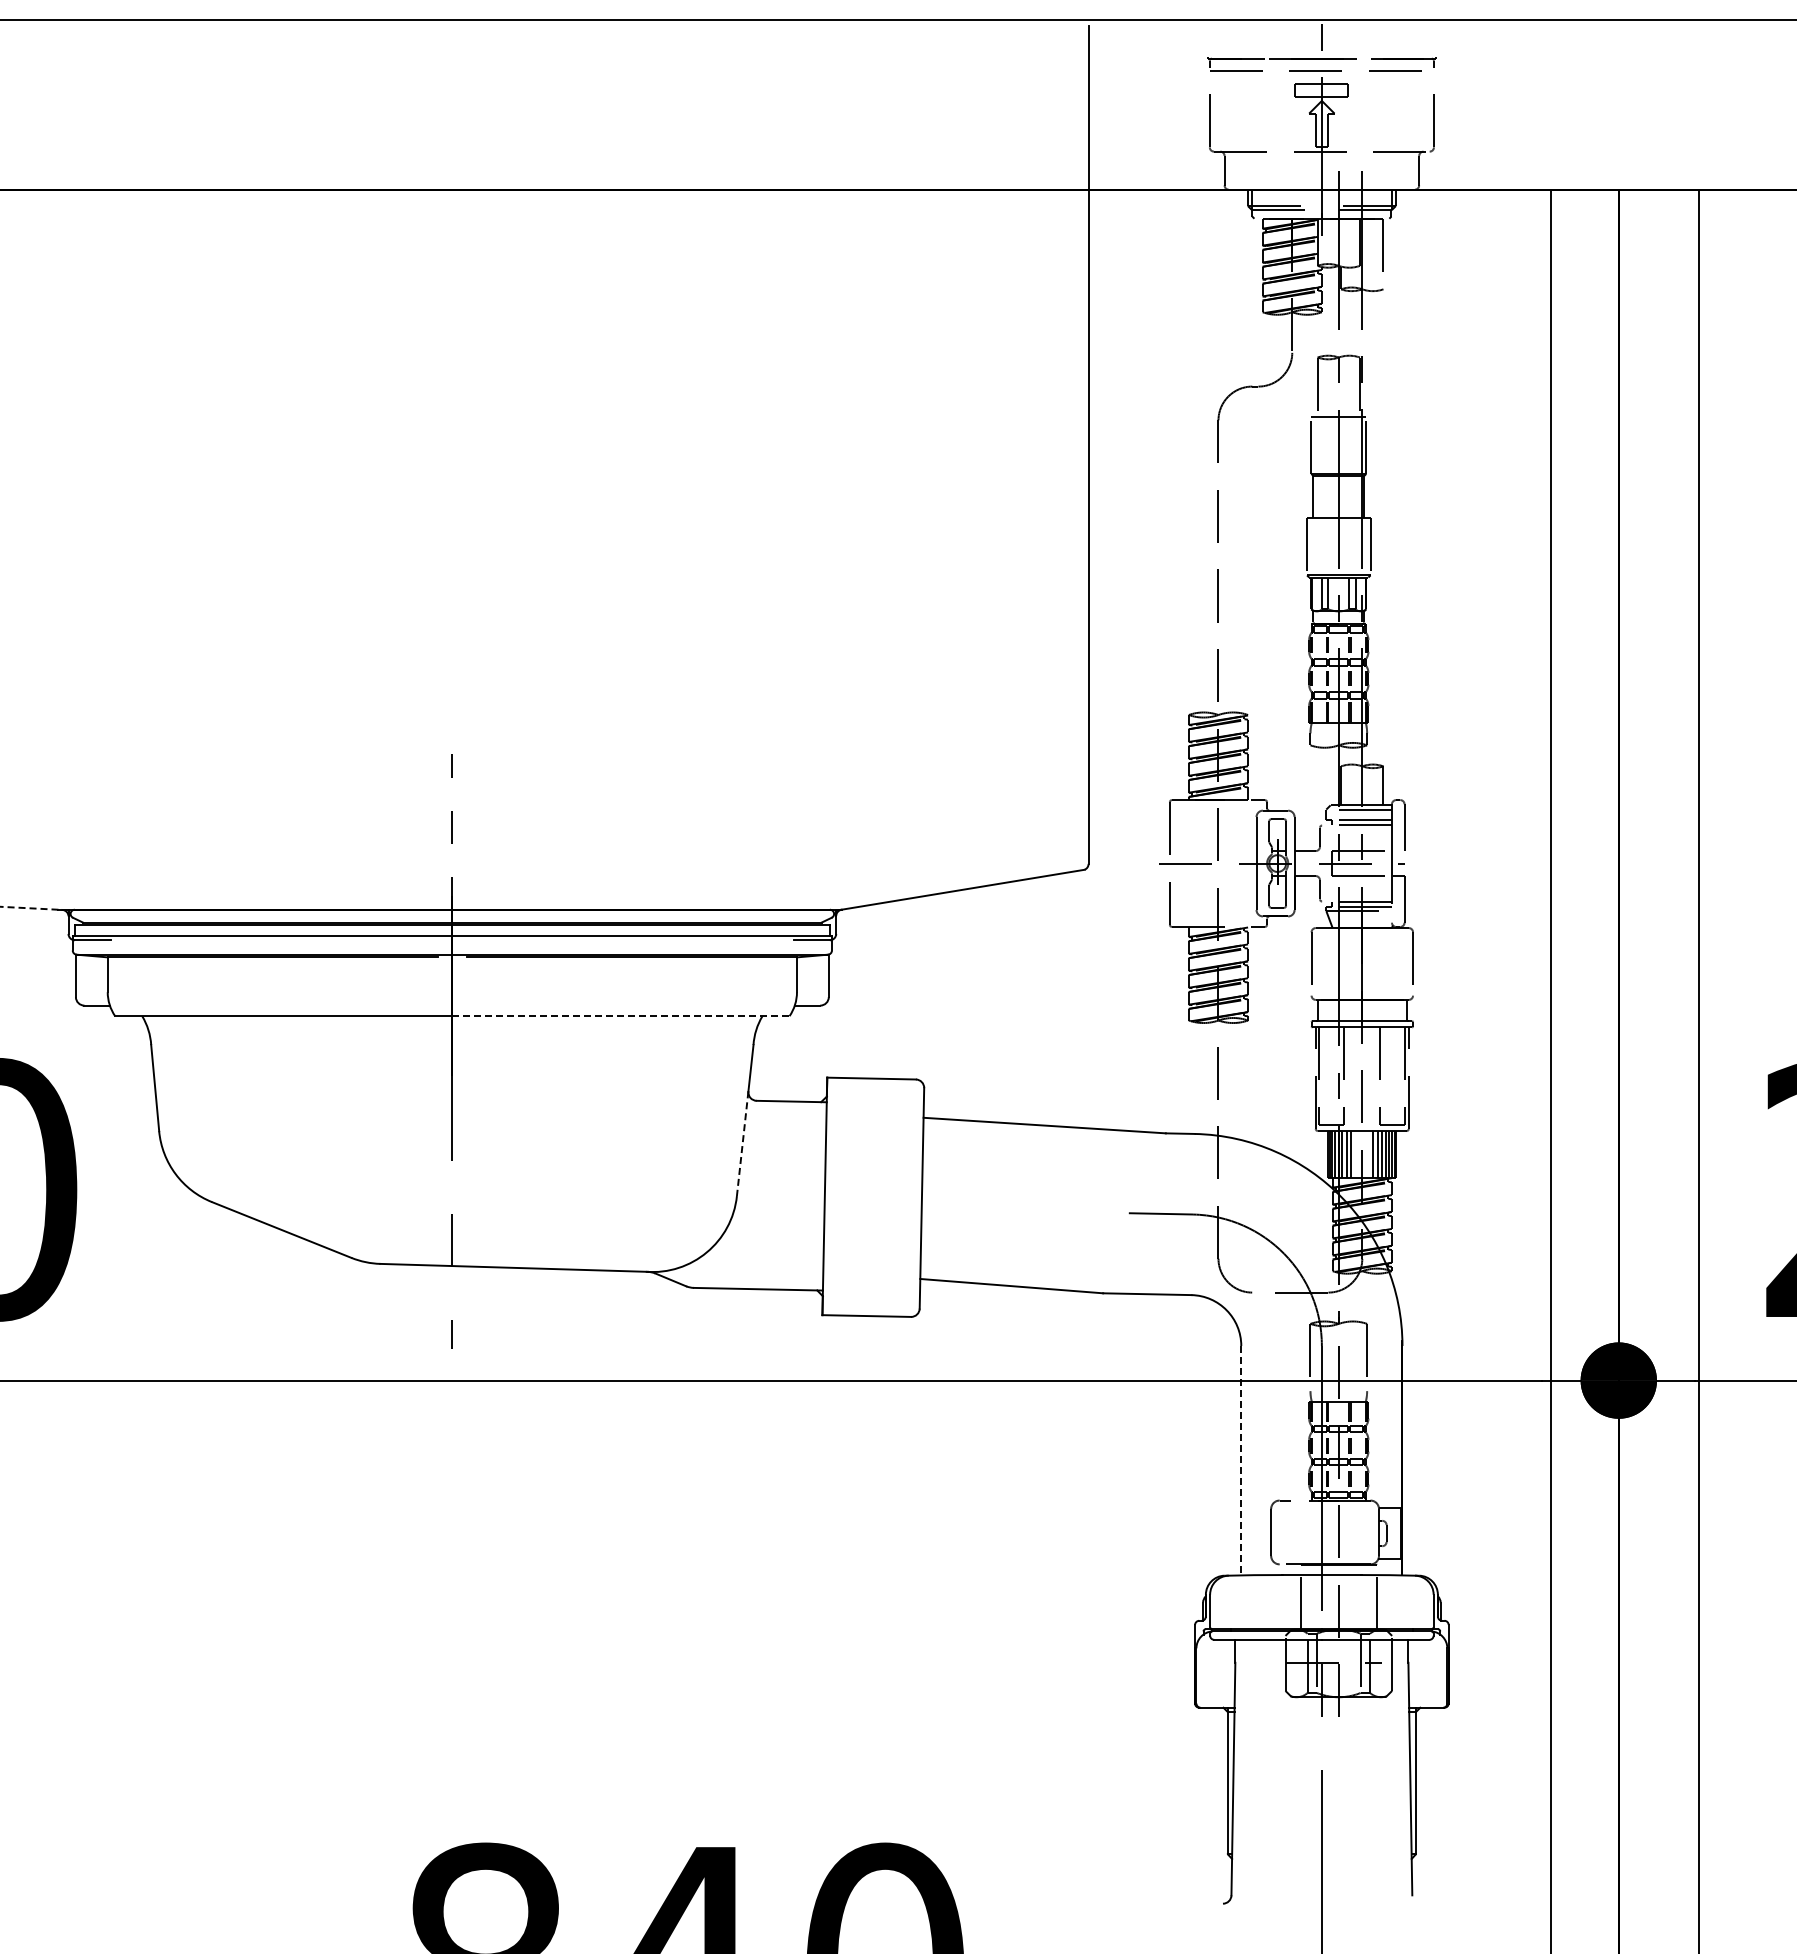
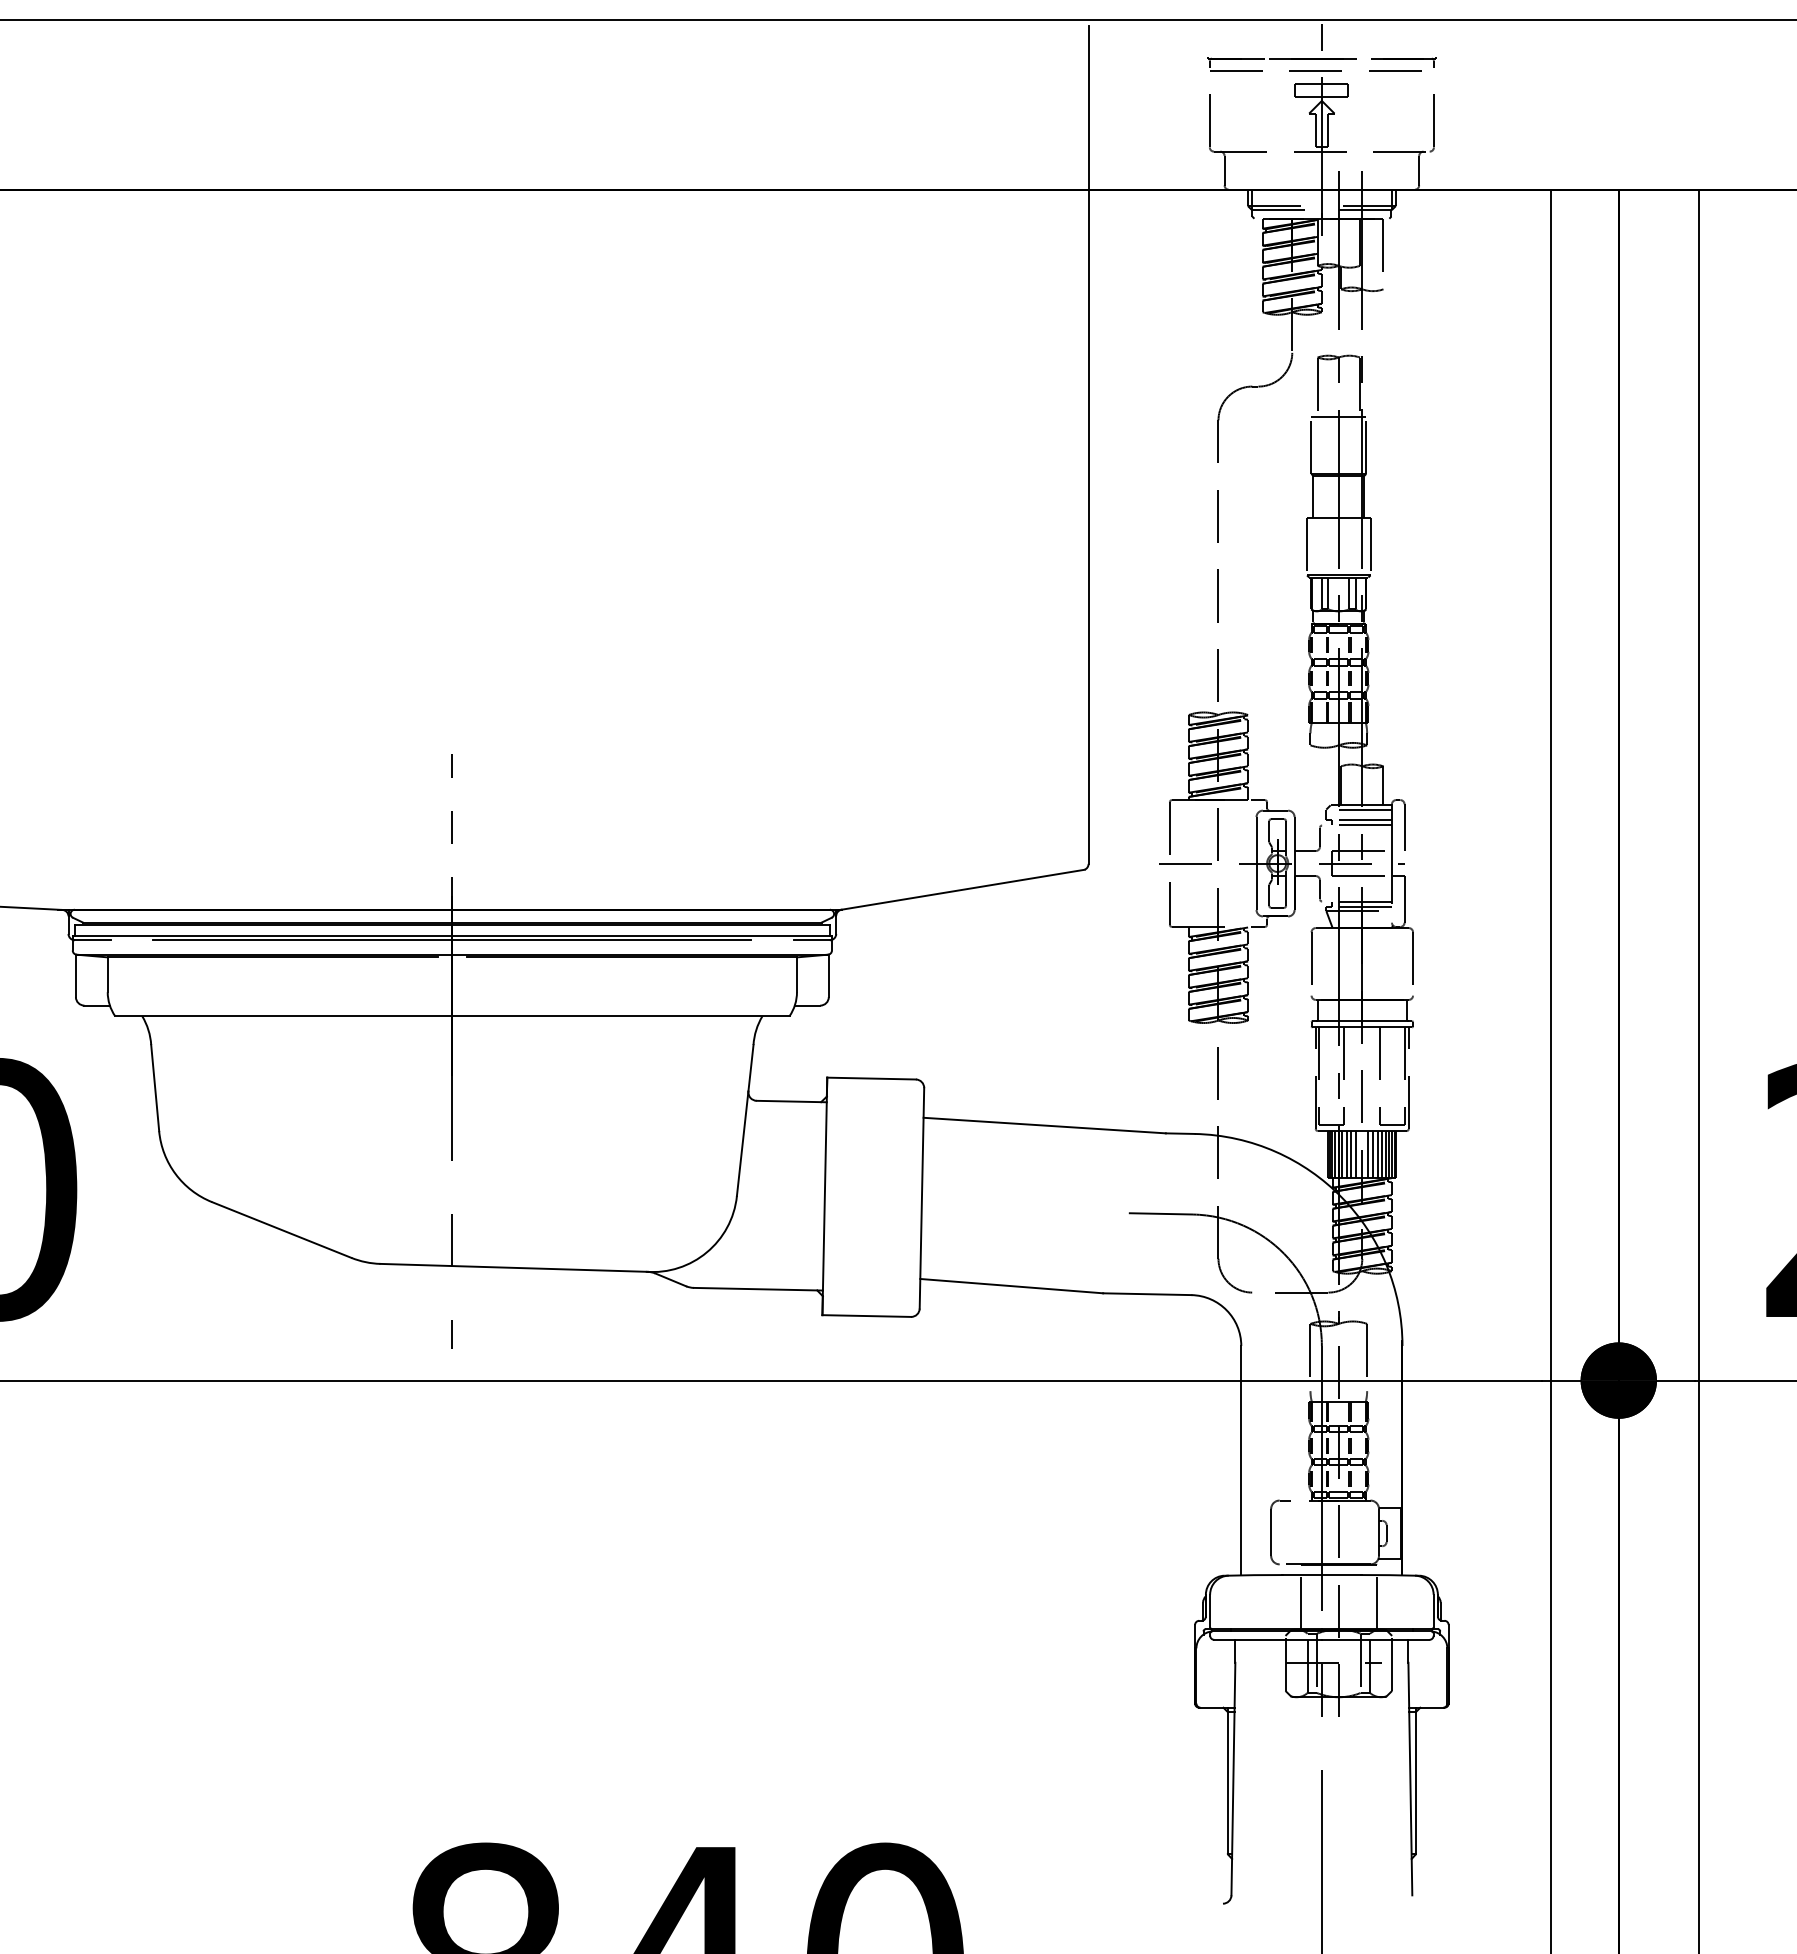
line at (31, 908): dashed -> solid
line at (452, 940): none -> present
line at (620, 1016): dashed -> solid
line at (742, 1143): dashed -> solid
line at (1356, 1154): none -> present
line at (1368, 1154): none -> present
line at (1241, 1460): dashed -> solid
